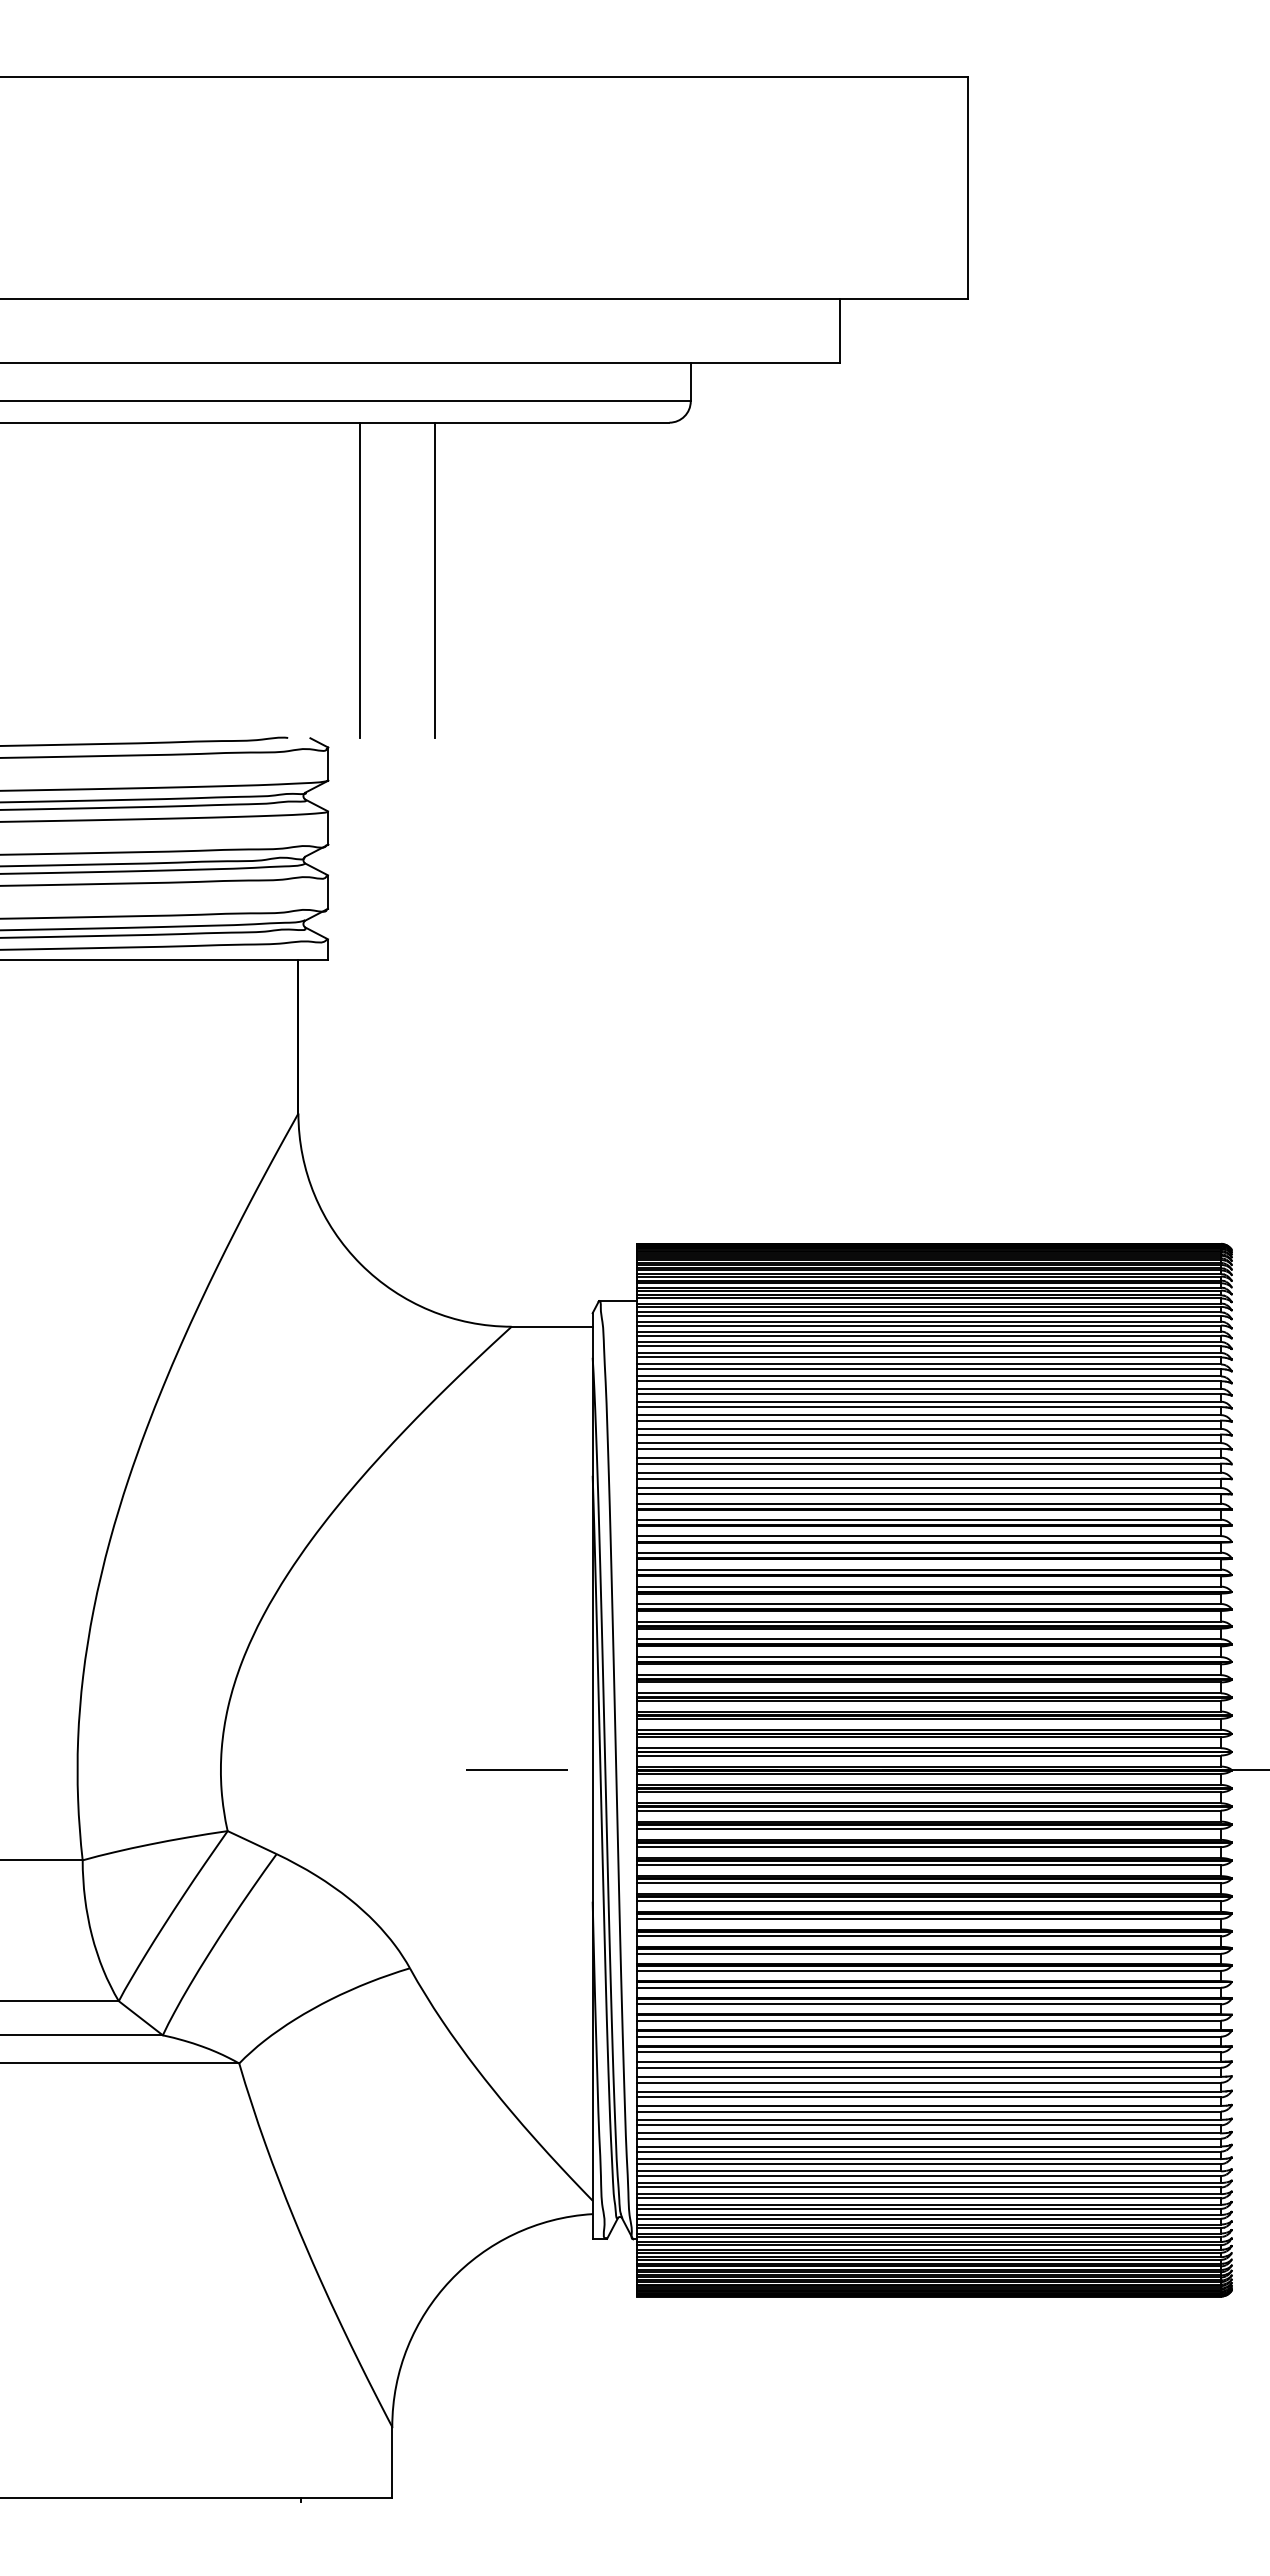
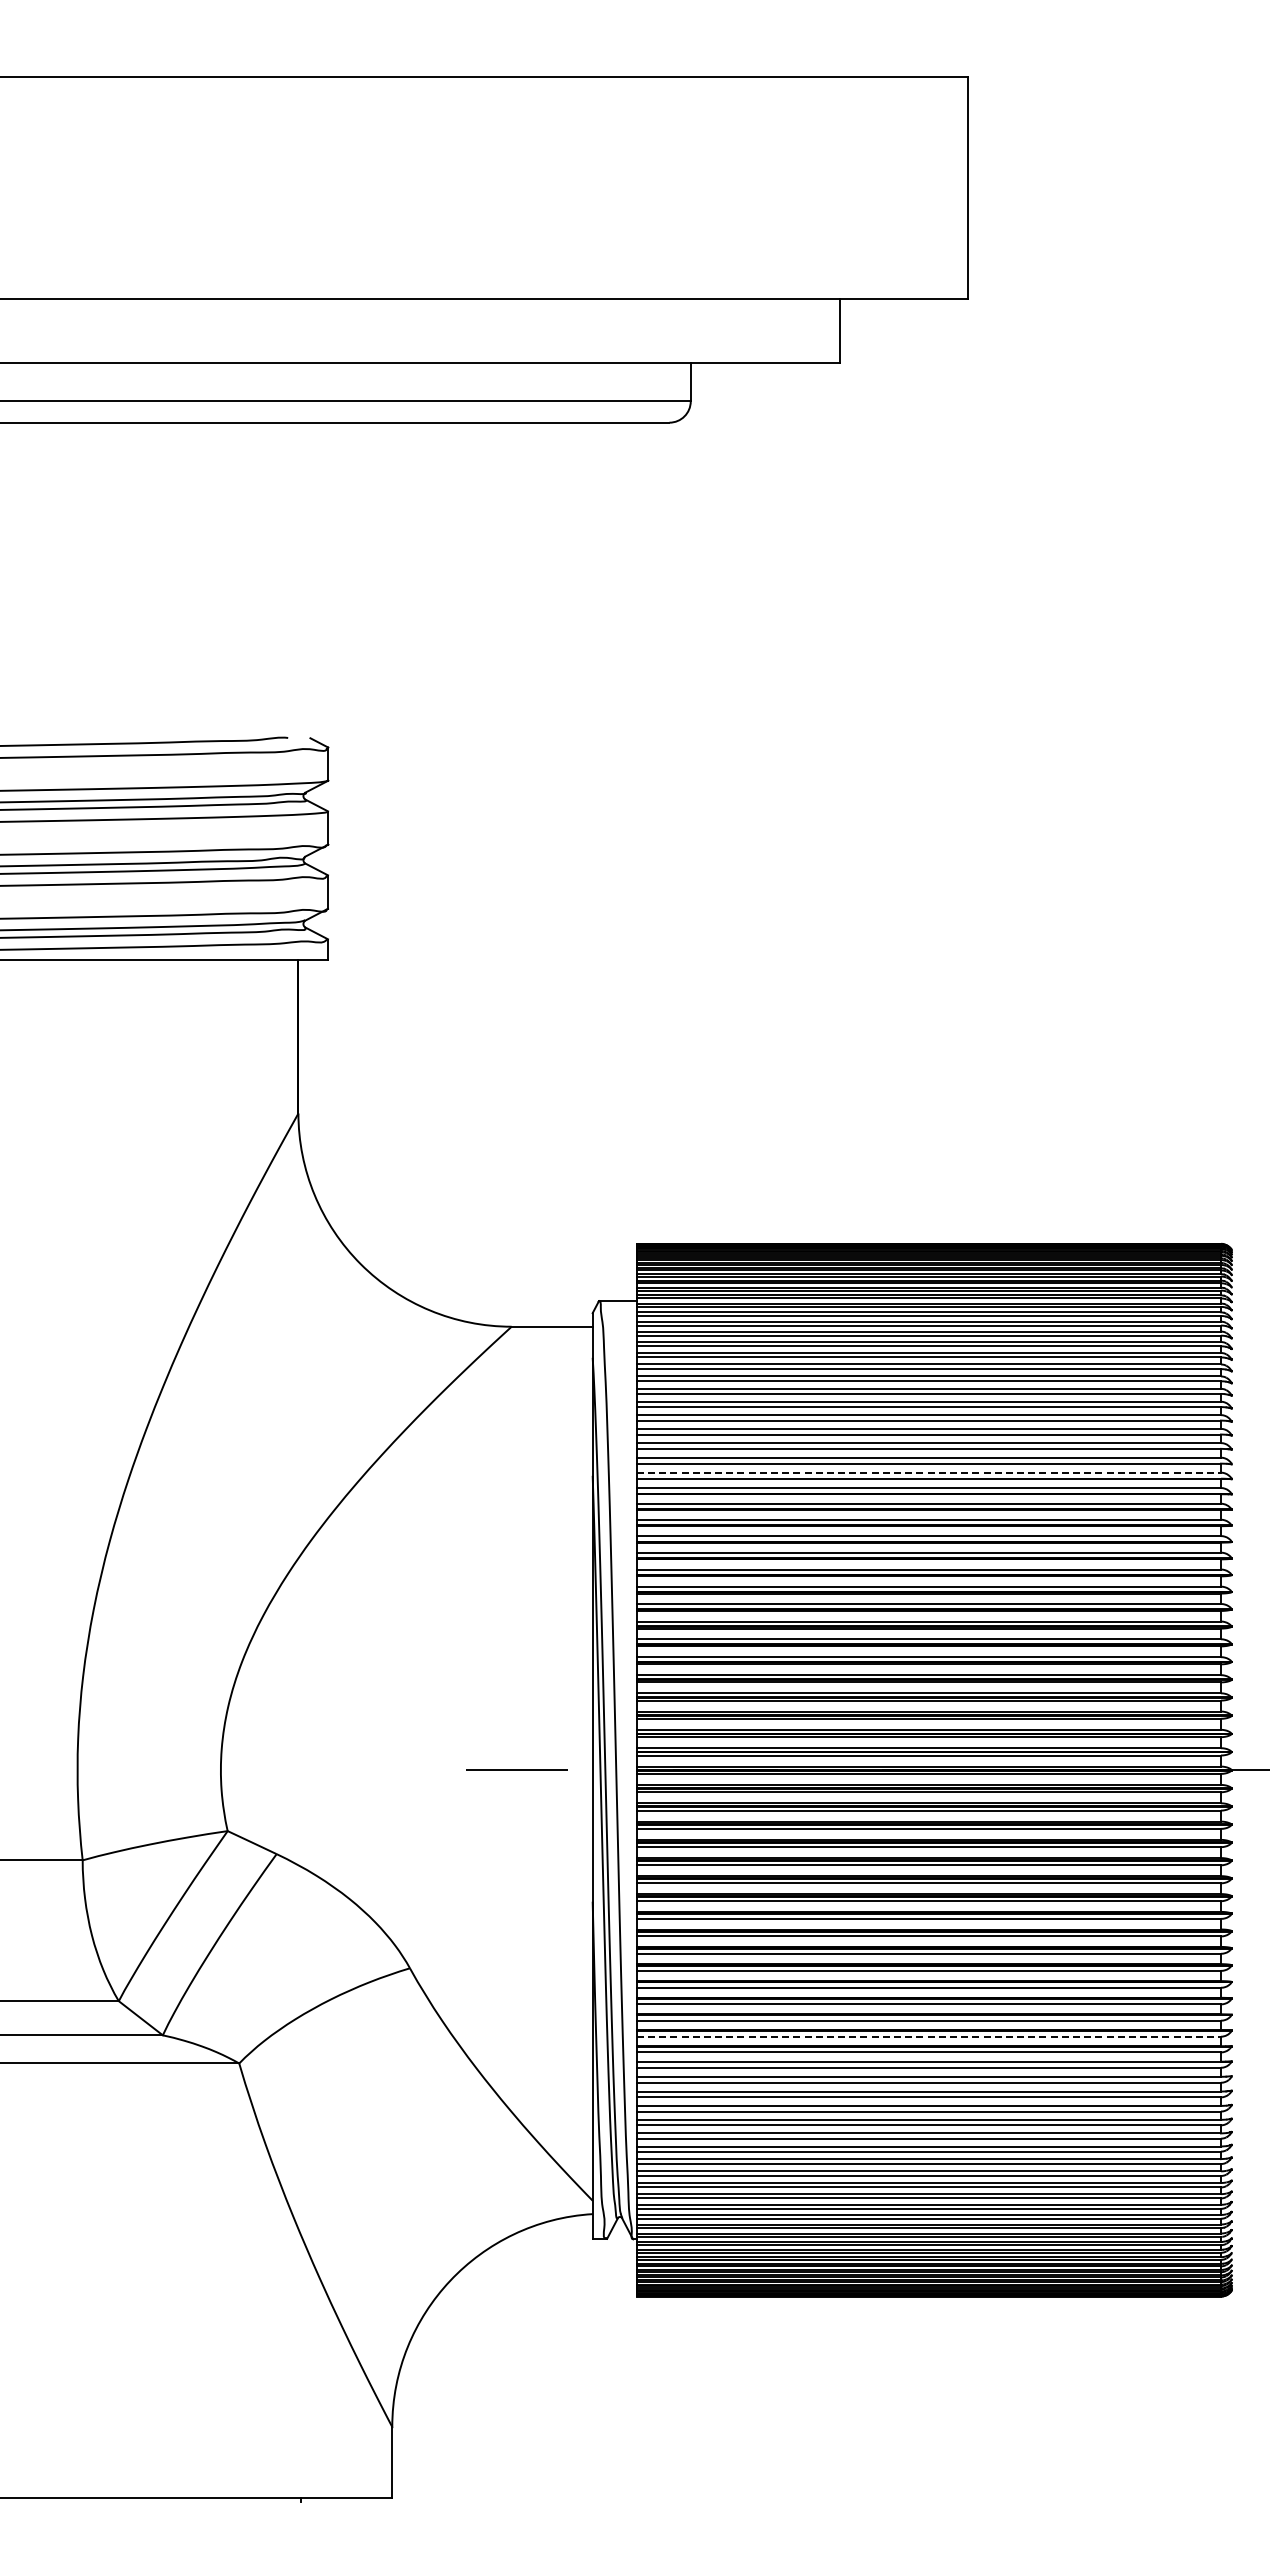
line at (360, 580): present -> none
line at (434, 580): present -> none
line at (929, 1472): solid -> dashed
line at (929, 2036): solid -> dashed
